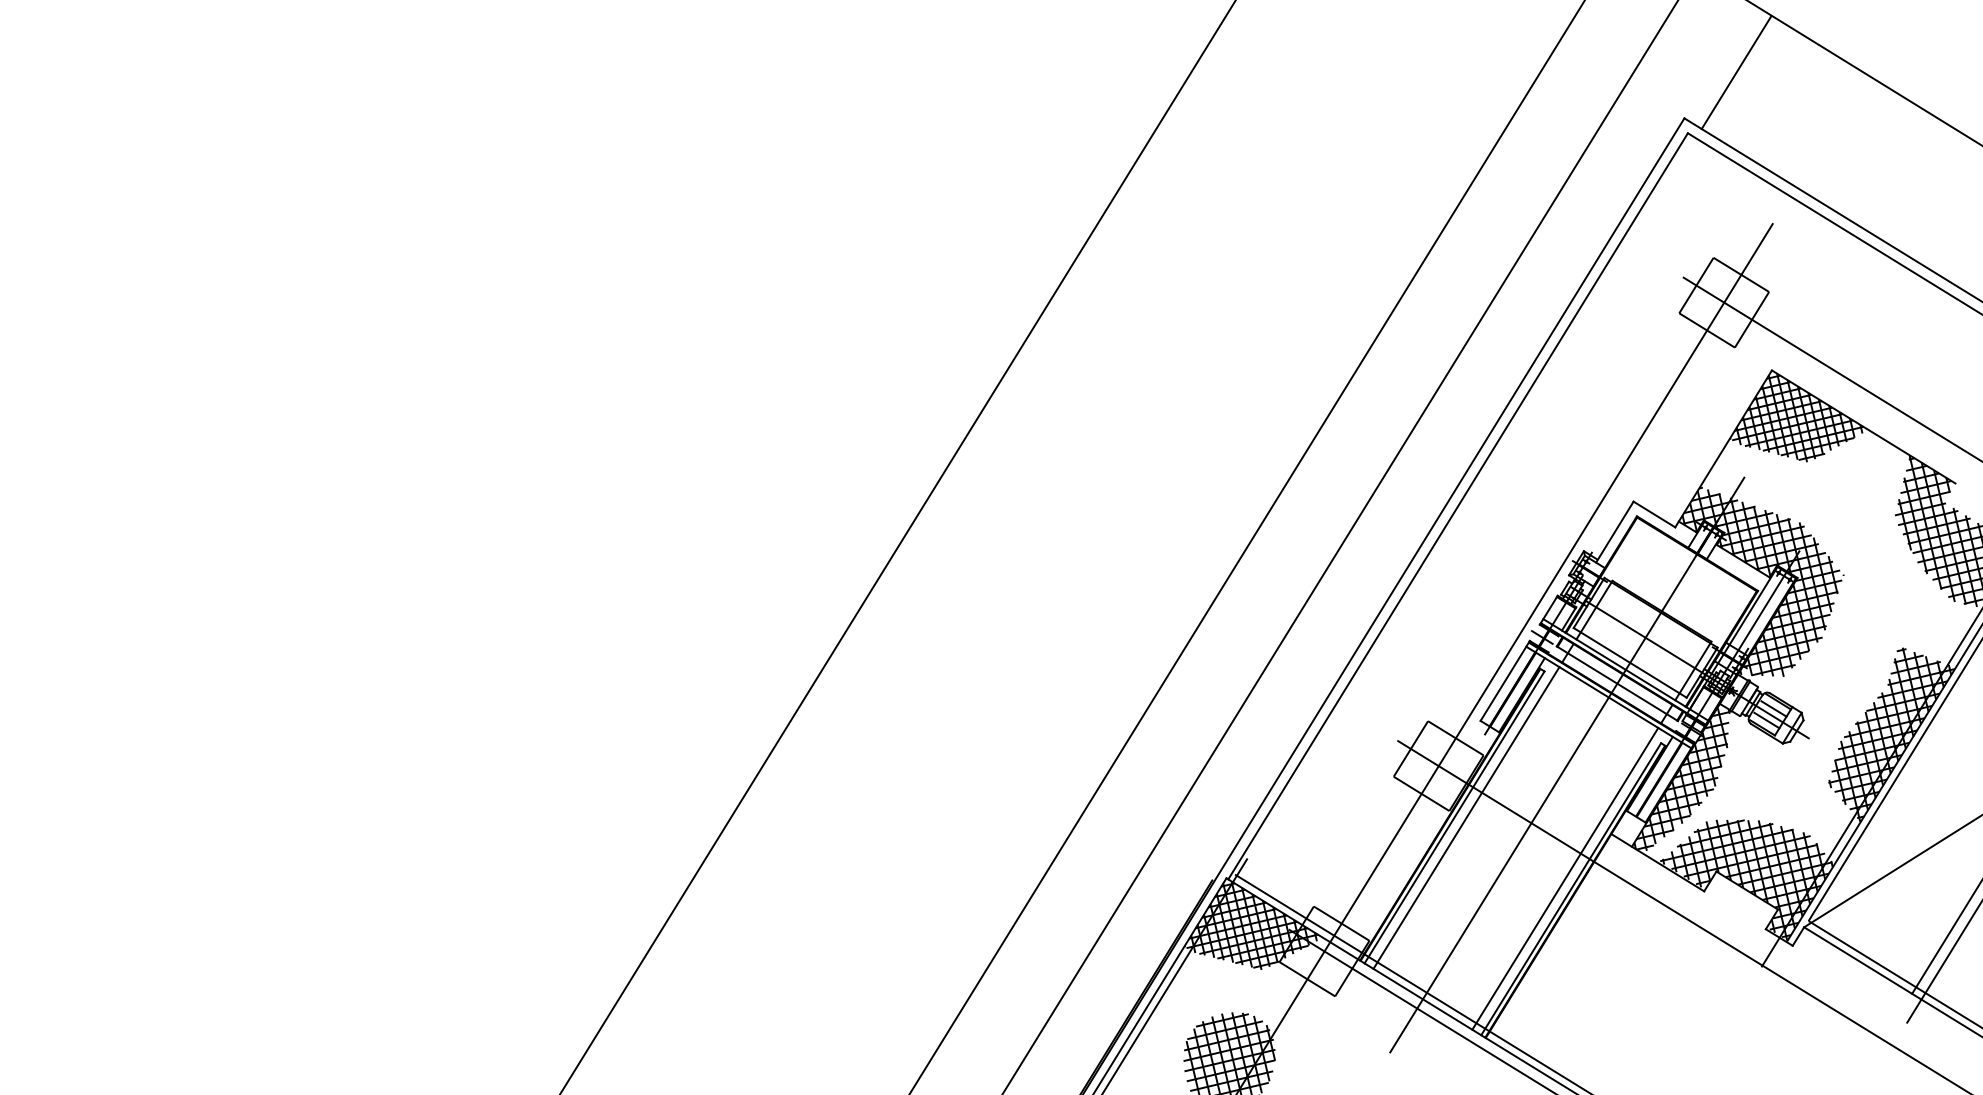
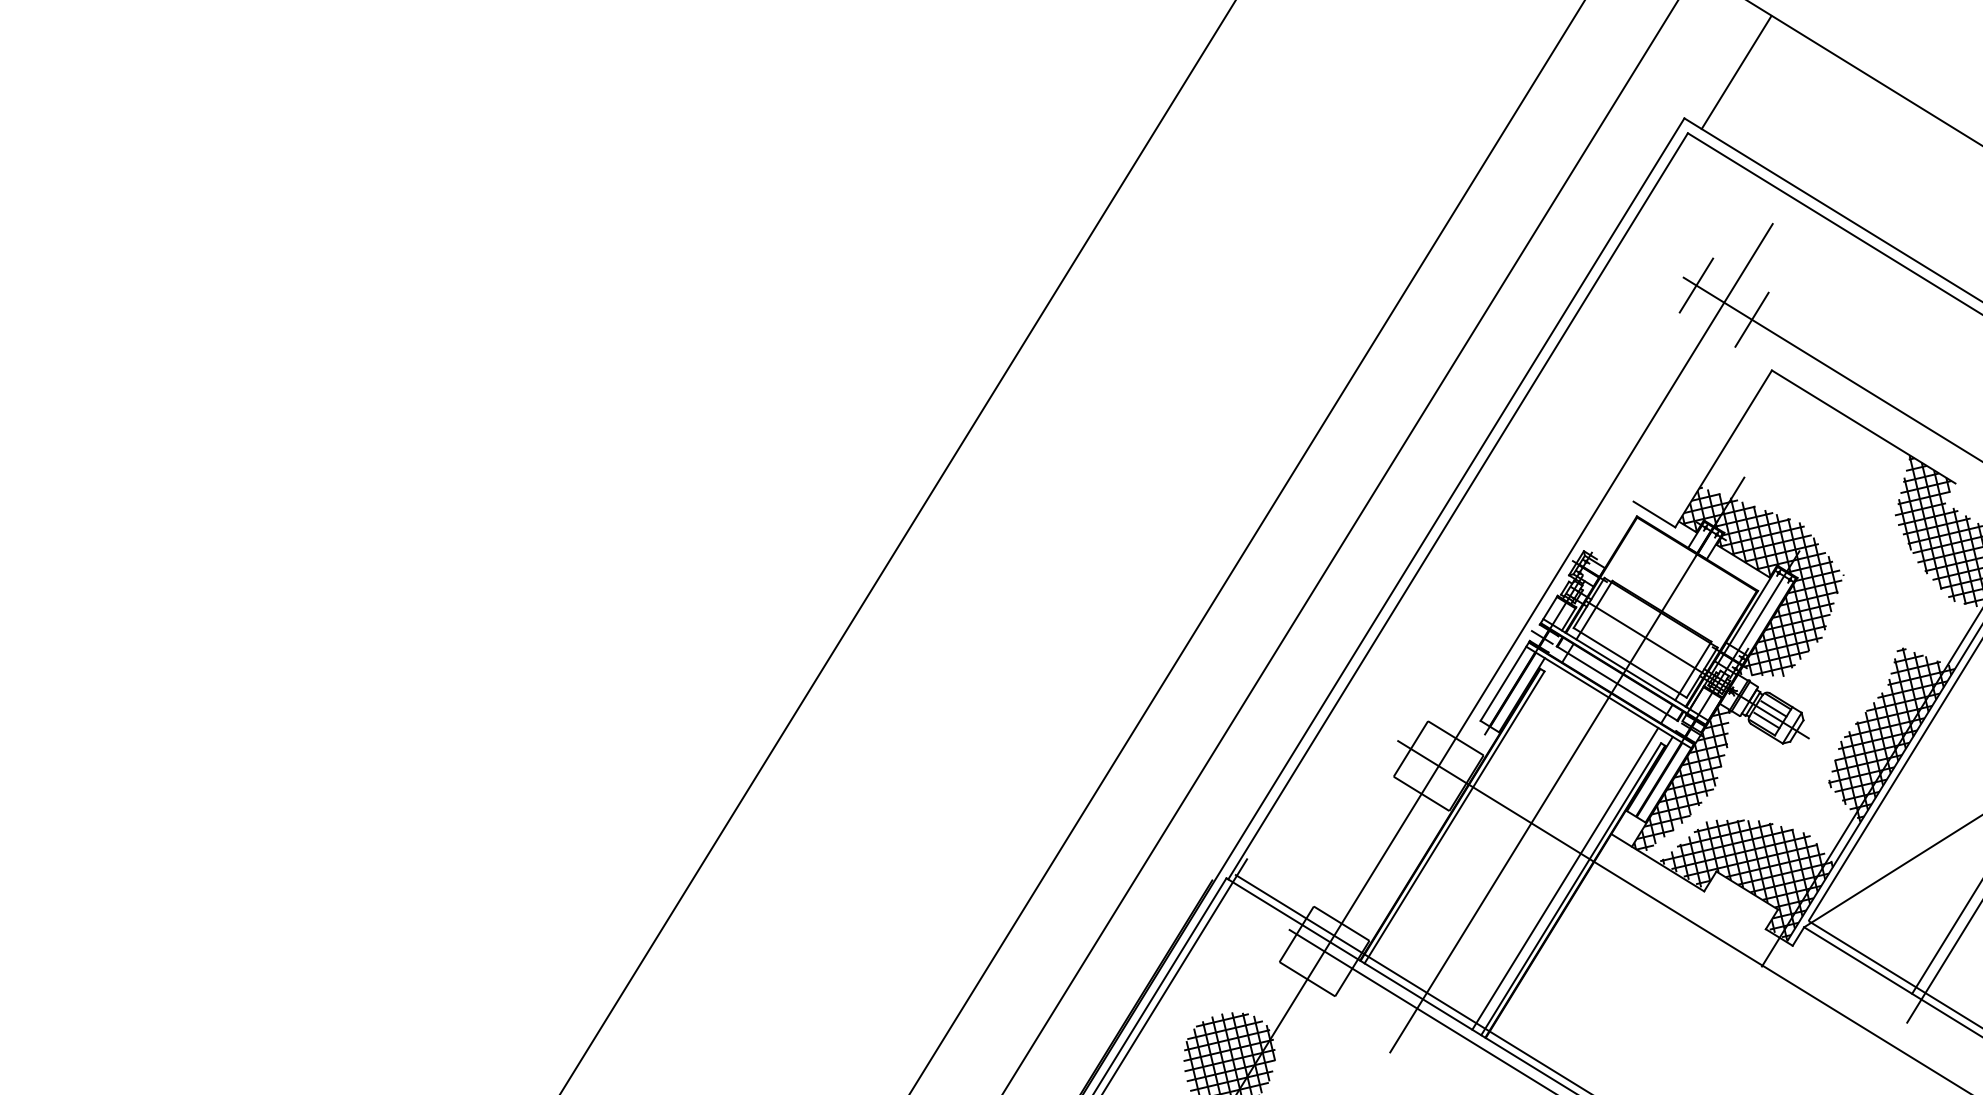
line at (1741, 274): present -> none
line at (1706, 330): present -> none
hatch at (1796, 417): present -> none
line at (1614, 531): present -> none
line at (1466, 817): present -> none
hatch at (1251, 925): present -> none
